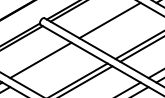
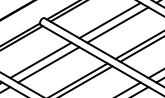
line at (117, 24): none -> present
line at (48, 64): none -> present
